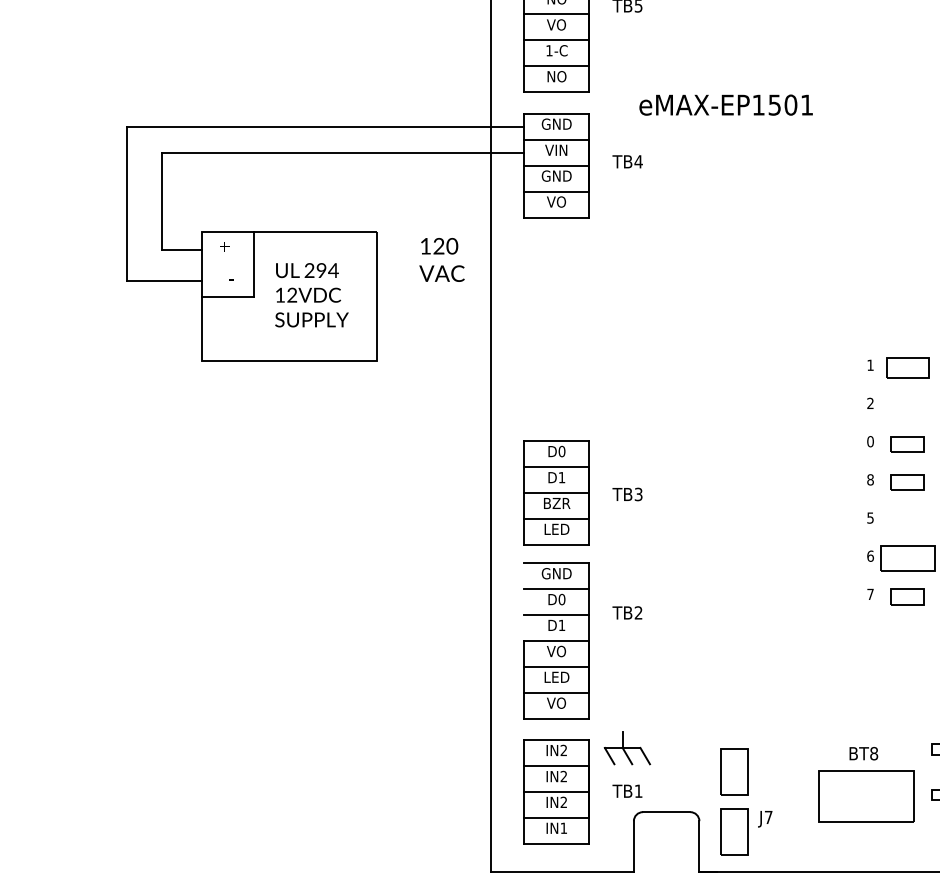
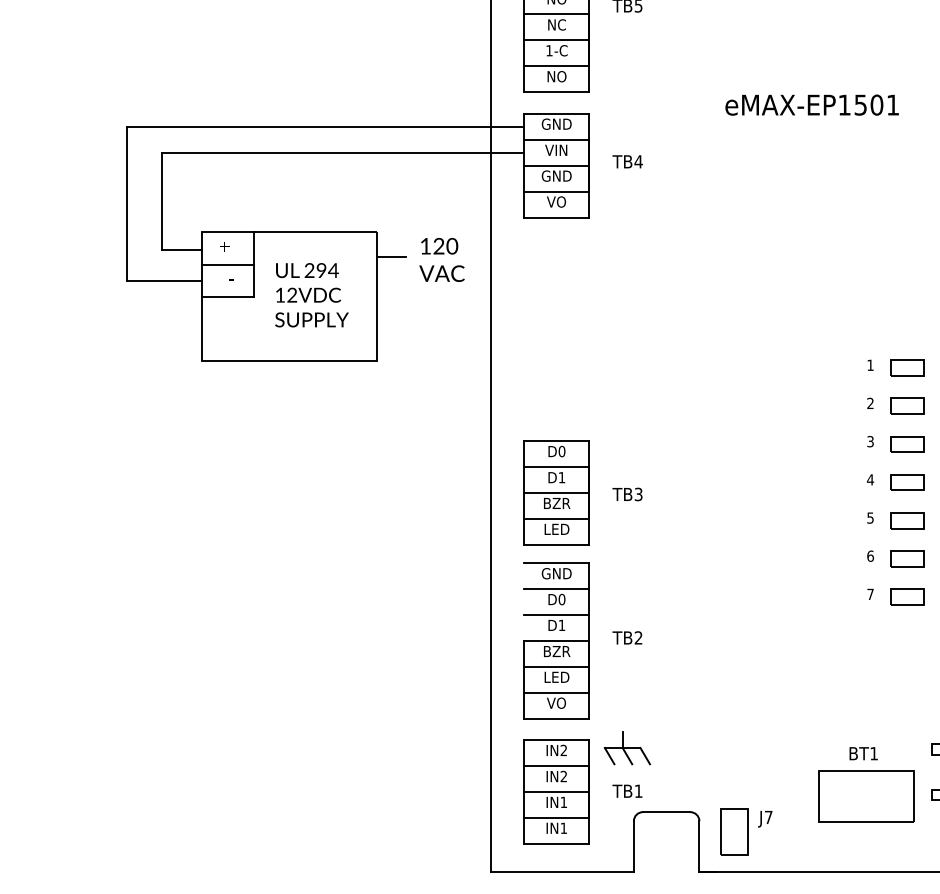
text at (556, 24): VO -> NC
text at (725, 104) position: (725, 104) -> (811, 104)
line at (391, 256): none -> present
line at (228, 265): none -> present
part at (907, 367) size: 44x22 px -> 35x18 px
part at (907, 405): none -> present
text at (870, 441): 0 -> 3
text at (870, 479): 8 -> 4
part at (907, 520): none -> present
part at (907, 558) size: 56x27 px -> 35x18 px
text at (627, 612) position: (627, 612) -> (627, 637)
text at (557, 651): VO -> BZR
text at (874, 753): BT8 -> BT1
part at (734, 771): present -> none
text at (563, 801): IN2 -> IN1
